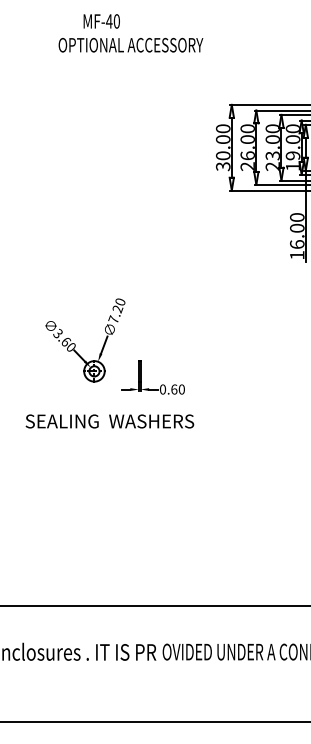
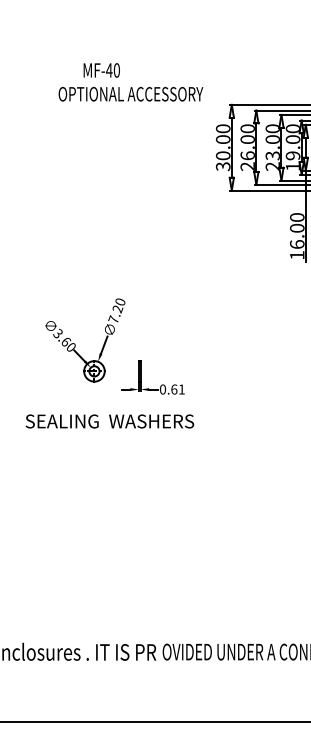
text at (130, 33) position: (130, 33) -> (130, 82)
text at (181, 389): 0.60 -> 0.61
line at (154, 605): present -> none
